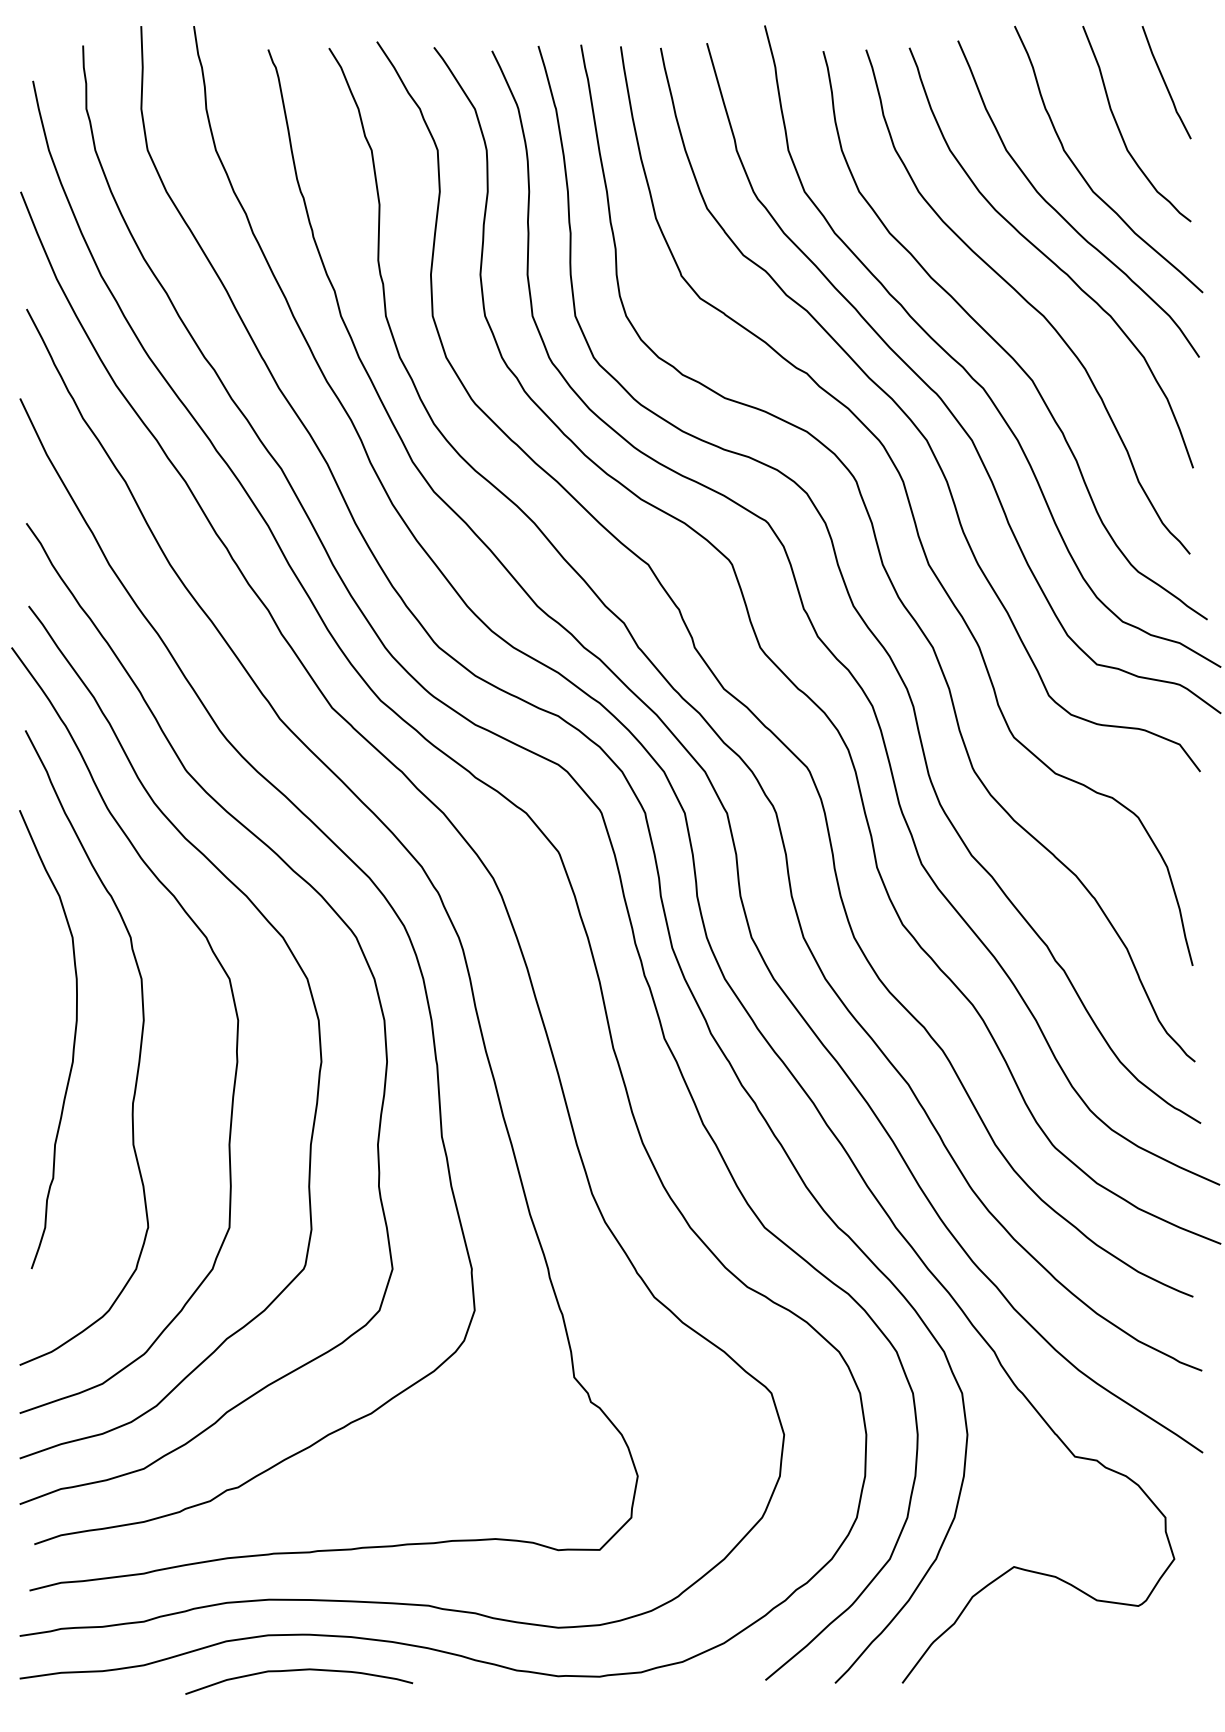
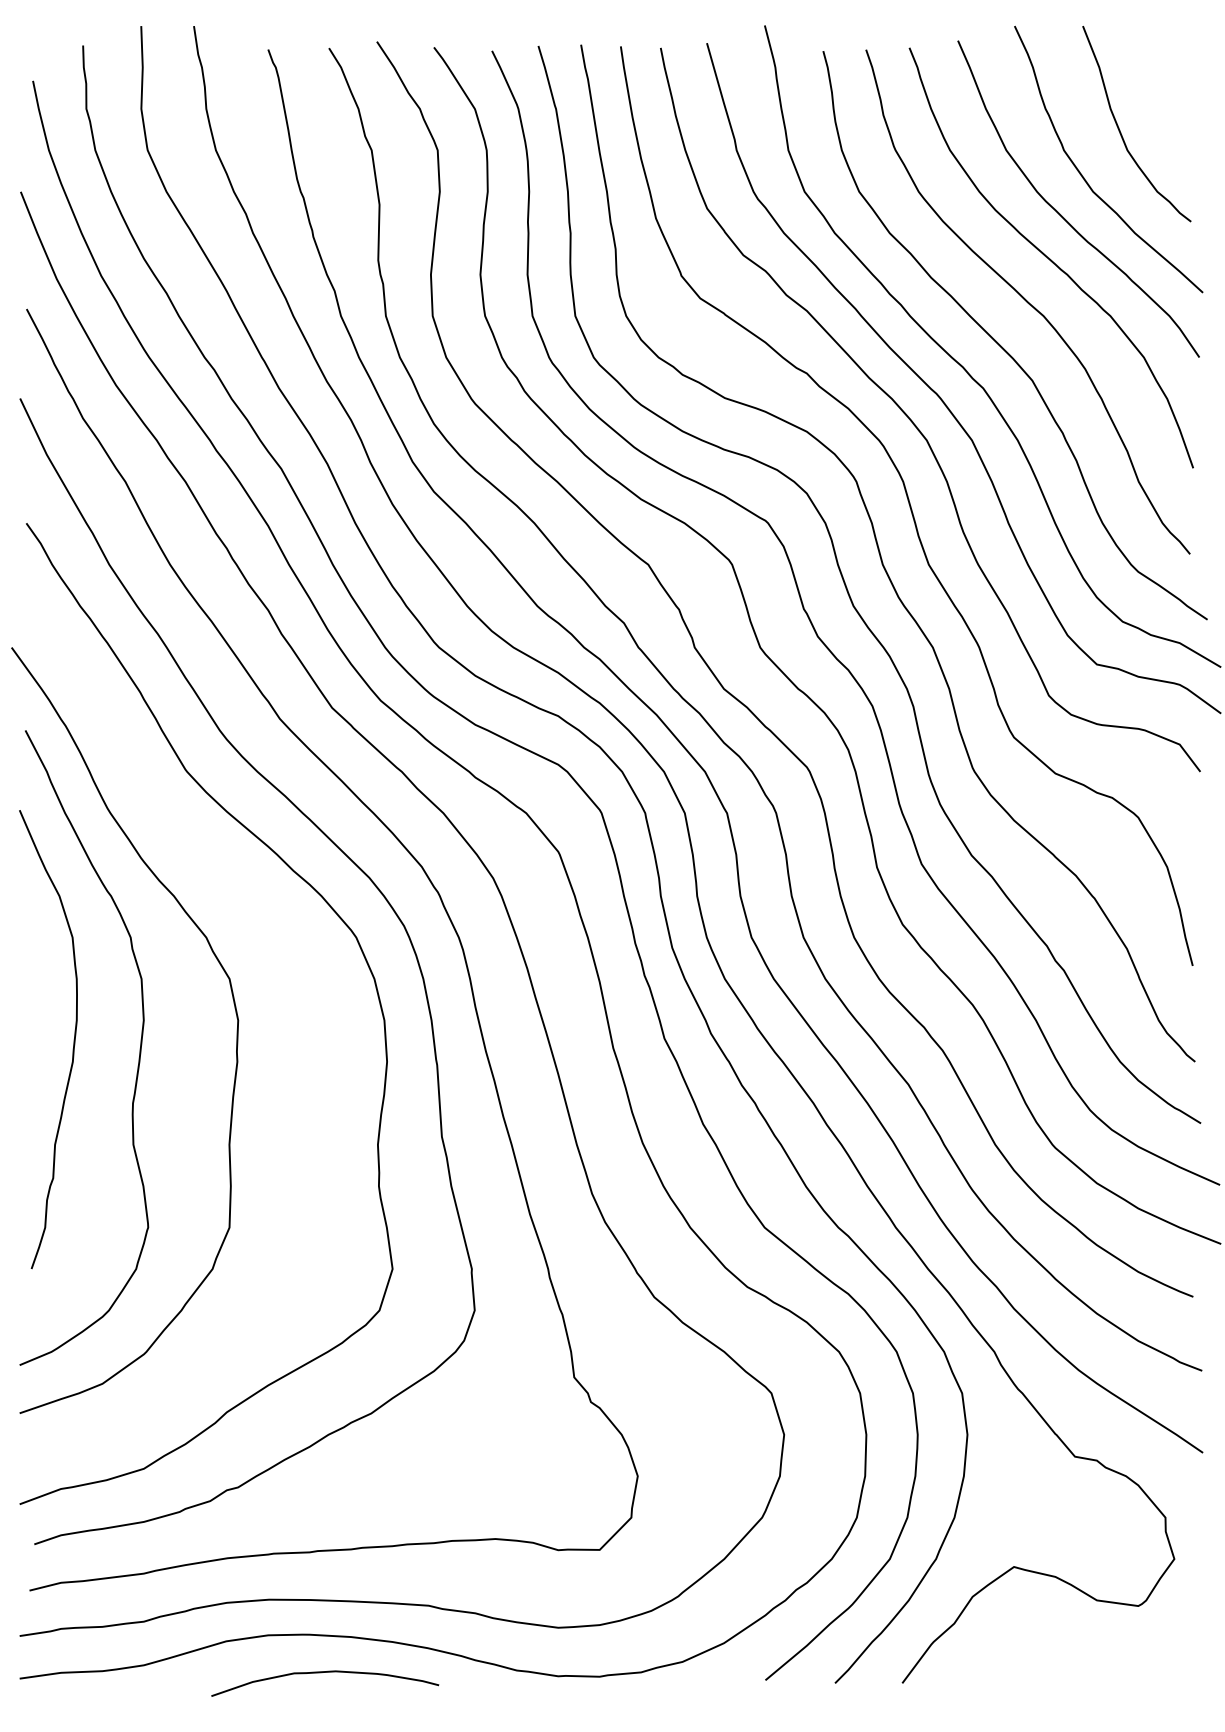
curve at (1165, 82): present -> none
curve at (294, 959): present -> none
curve at (295, 1671) position: (295, 1671) -> (321, 1673)
